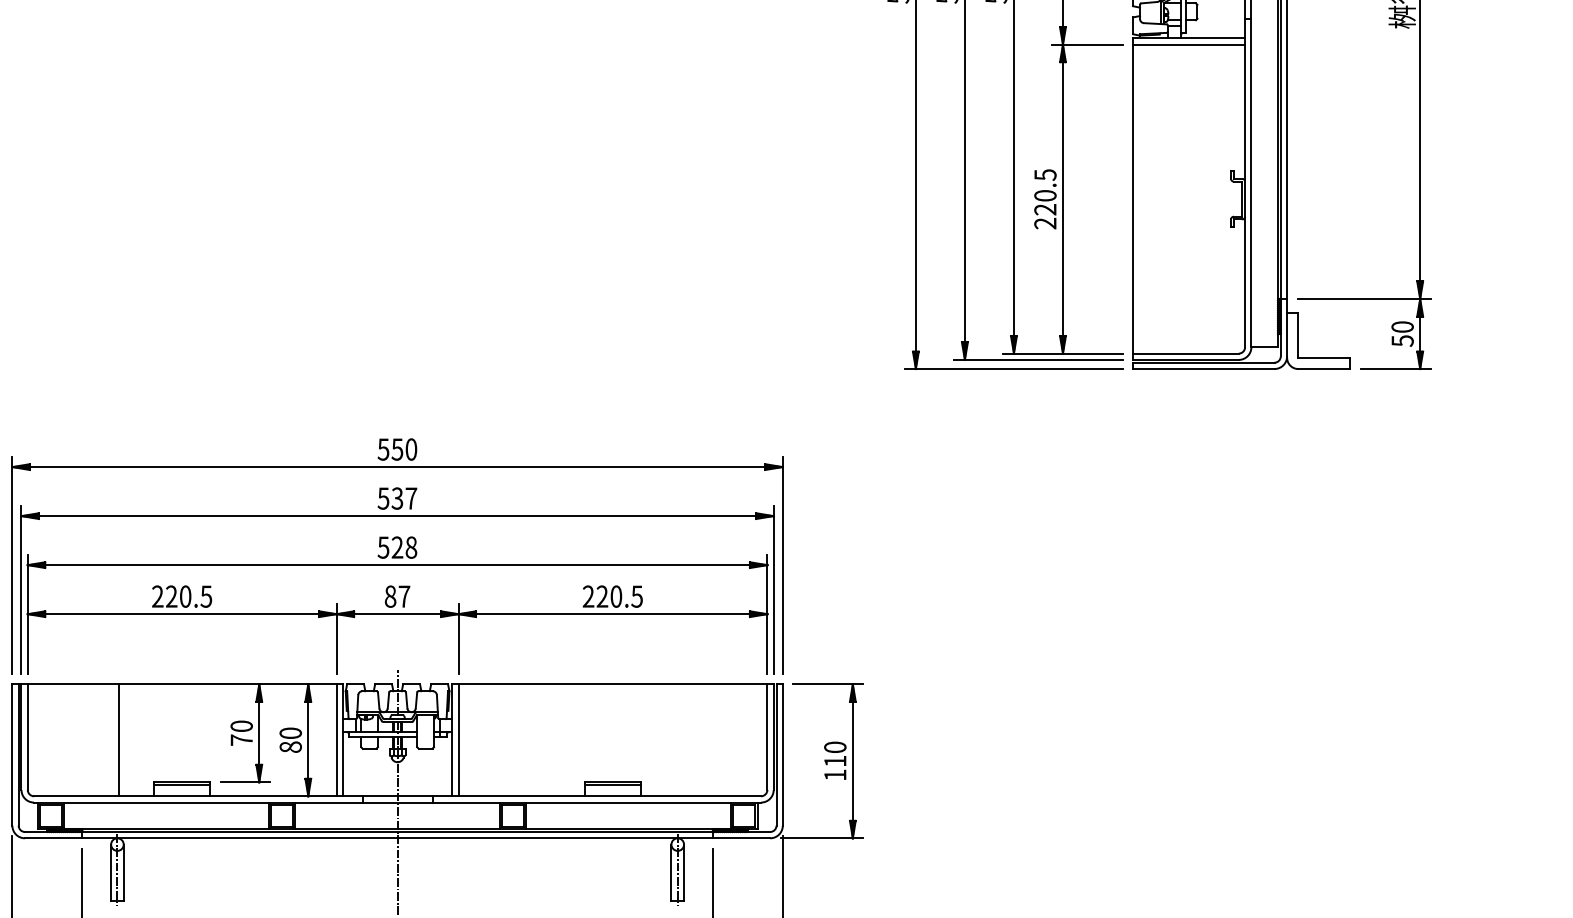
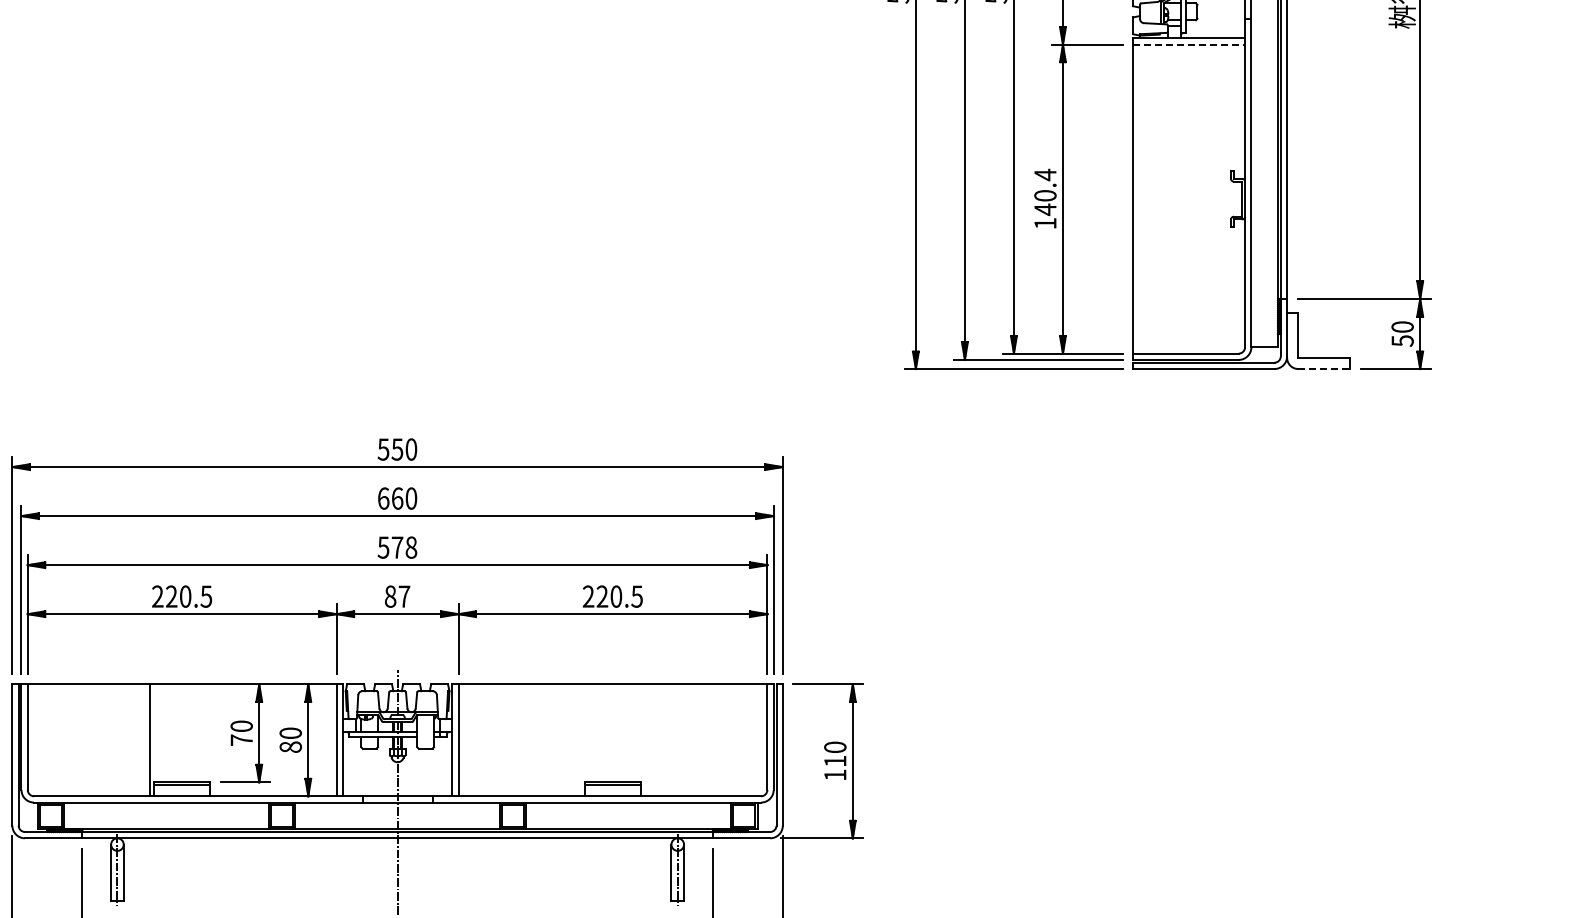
line at (1189, 44): solid -> dashed
text at (1045, 198): 220.5 -> 140.4
line at (1324, 369): solid -> dashed
text at (397, 498): 537 -> 660
text at (397, 547): 528 -> 578
line at (118, 740) position: (118, 740) -> (149, 740)
